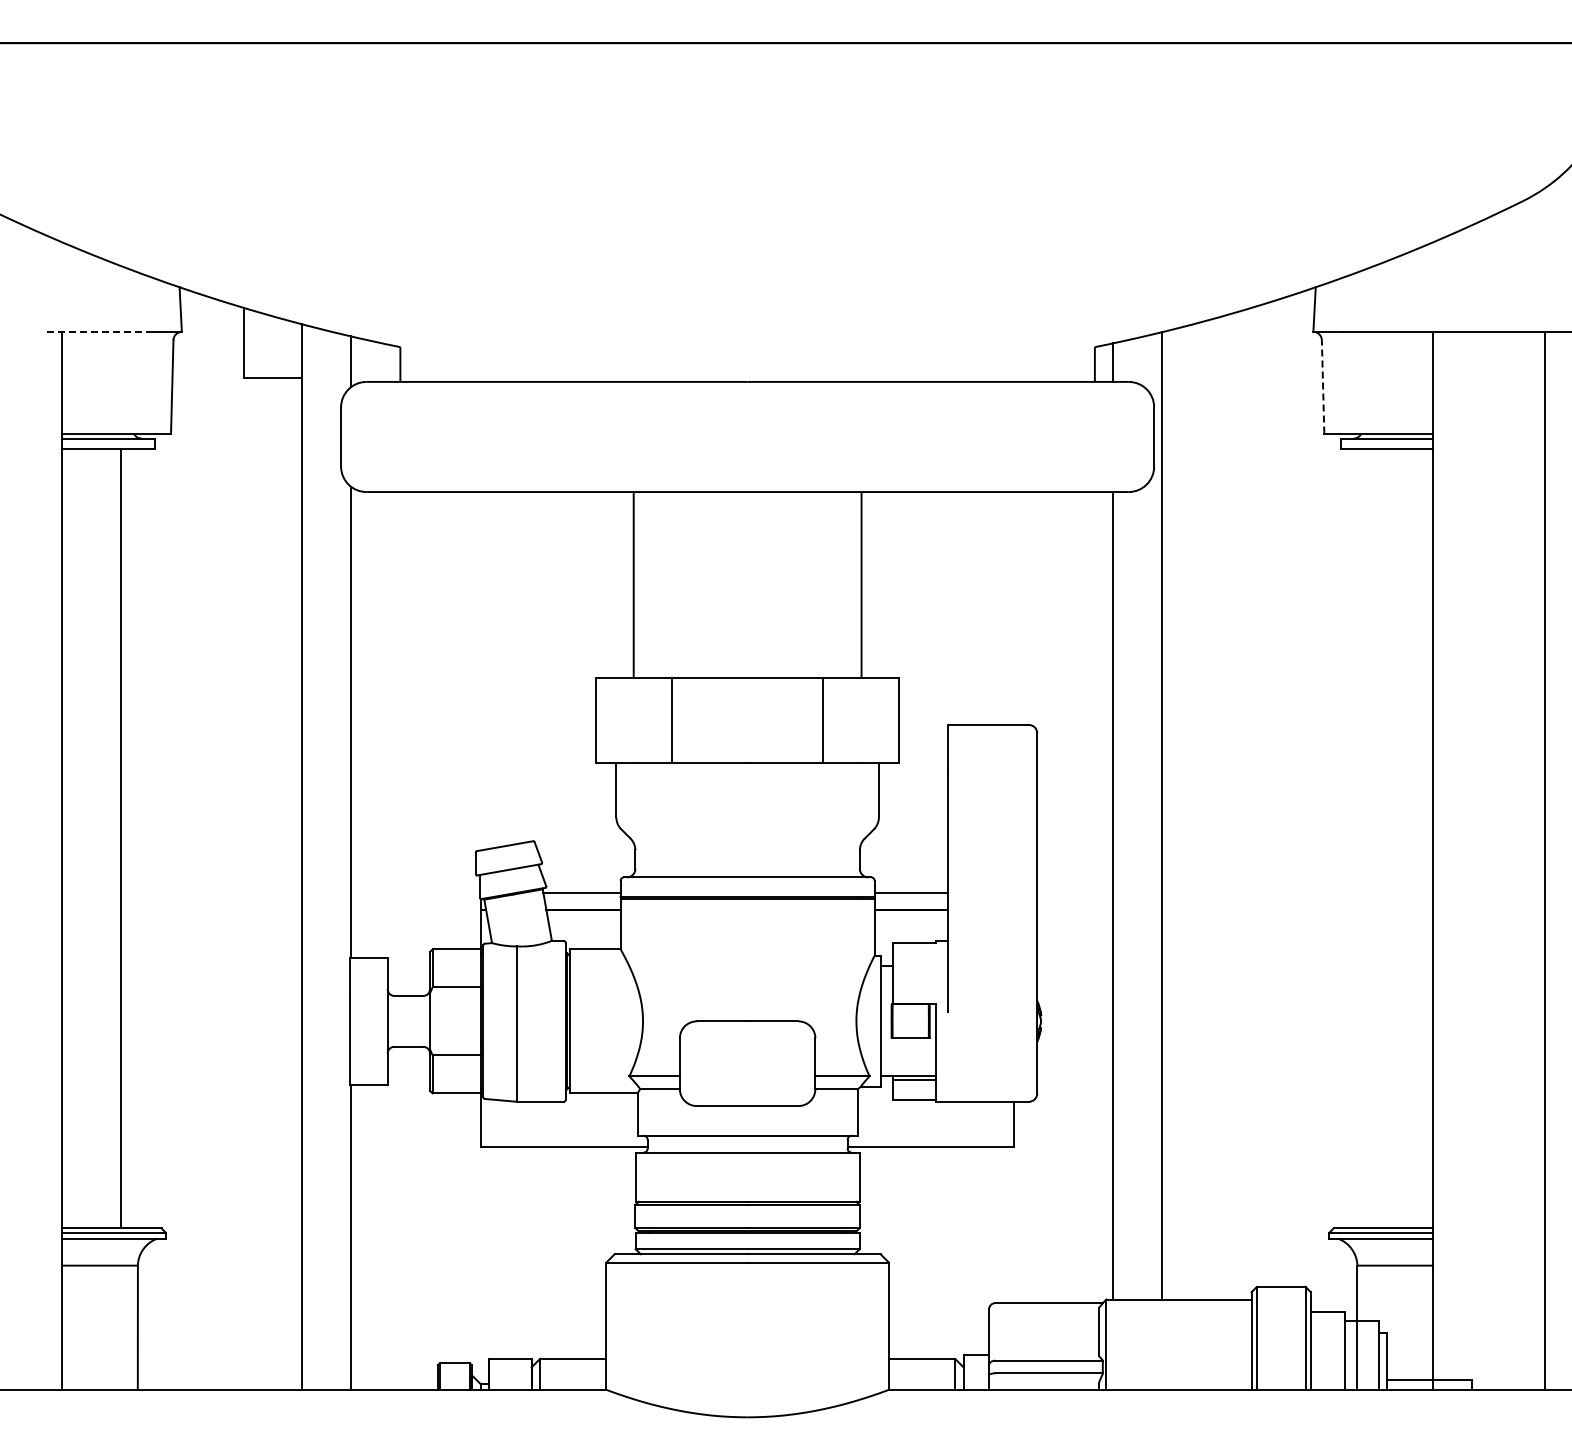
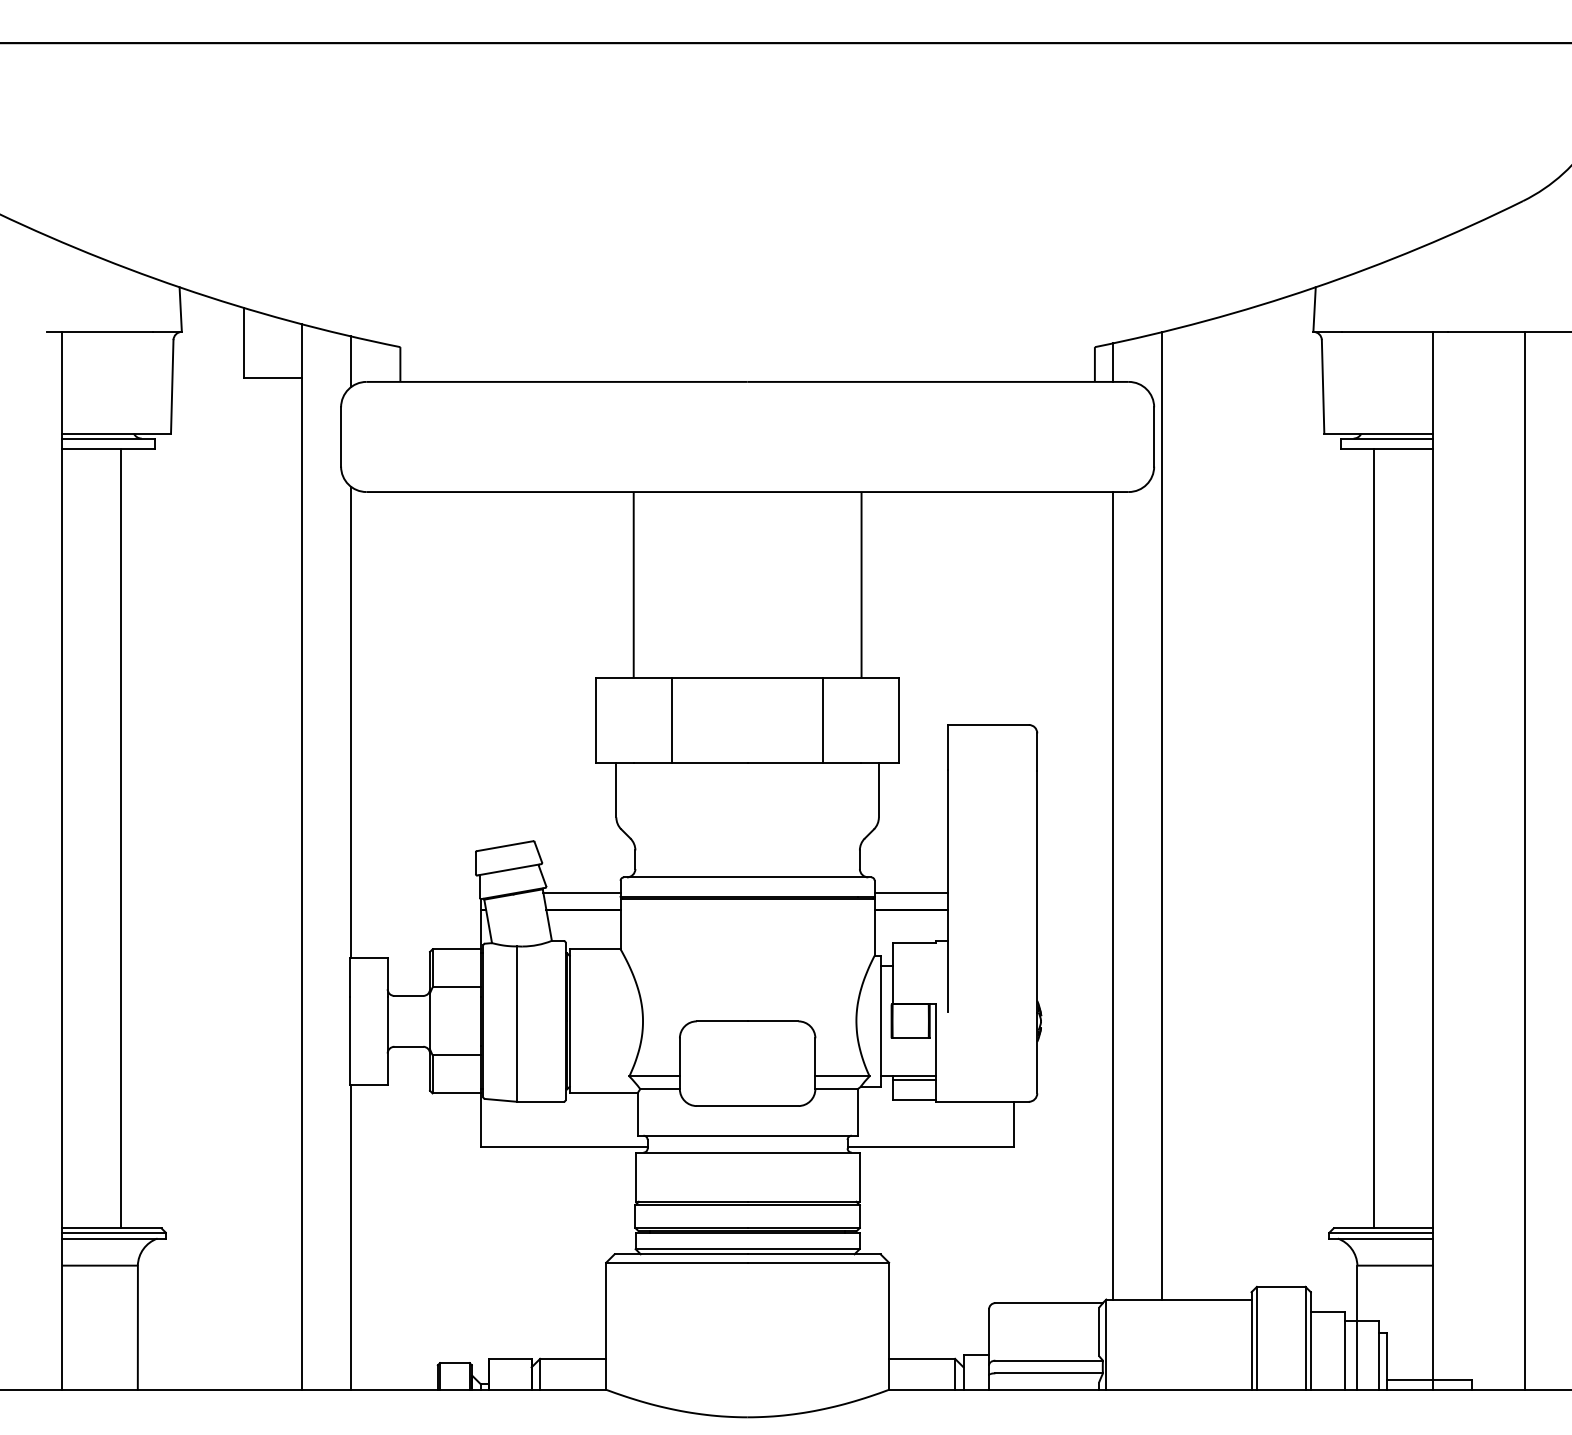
line at (99, 331): dashed -> solid
line at (1323, 386): dashed -> solid
line at (1374, 838): none -> present
line at (1544, 860) position: (1544, 860) -> (1524, 860)
